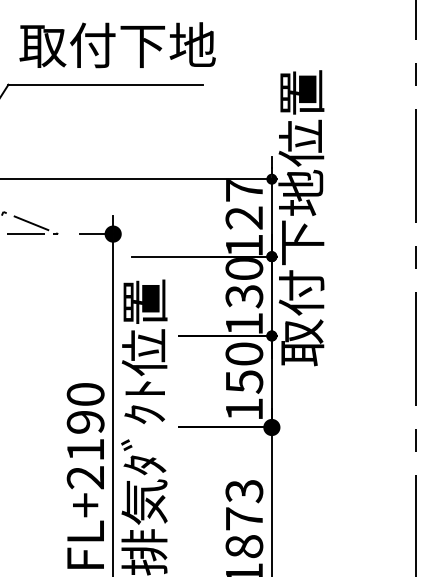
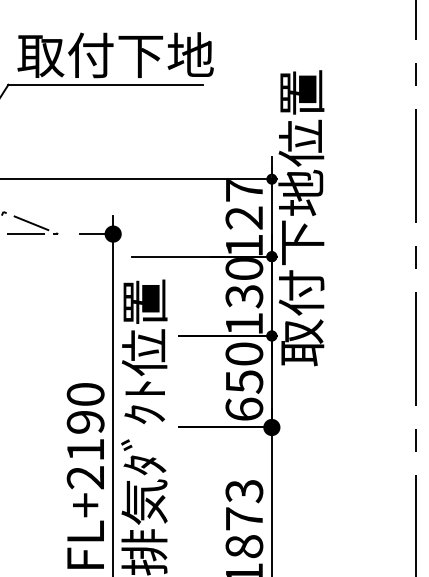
text at (117, 45) position: (117, 45) -> (115, 55)
text at (244, 408): 150 -> 650
